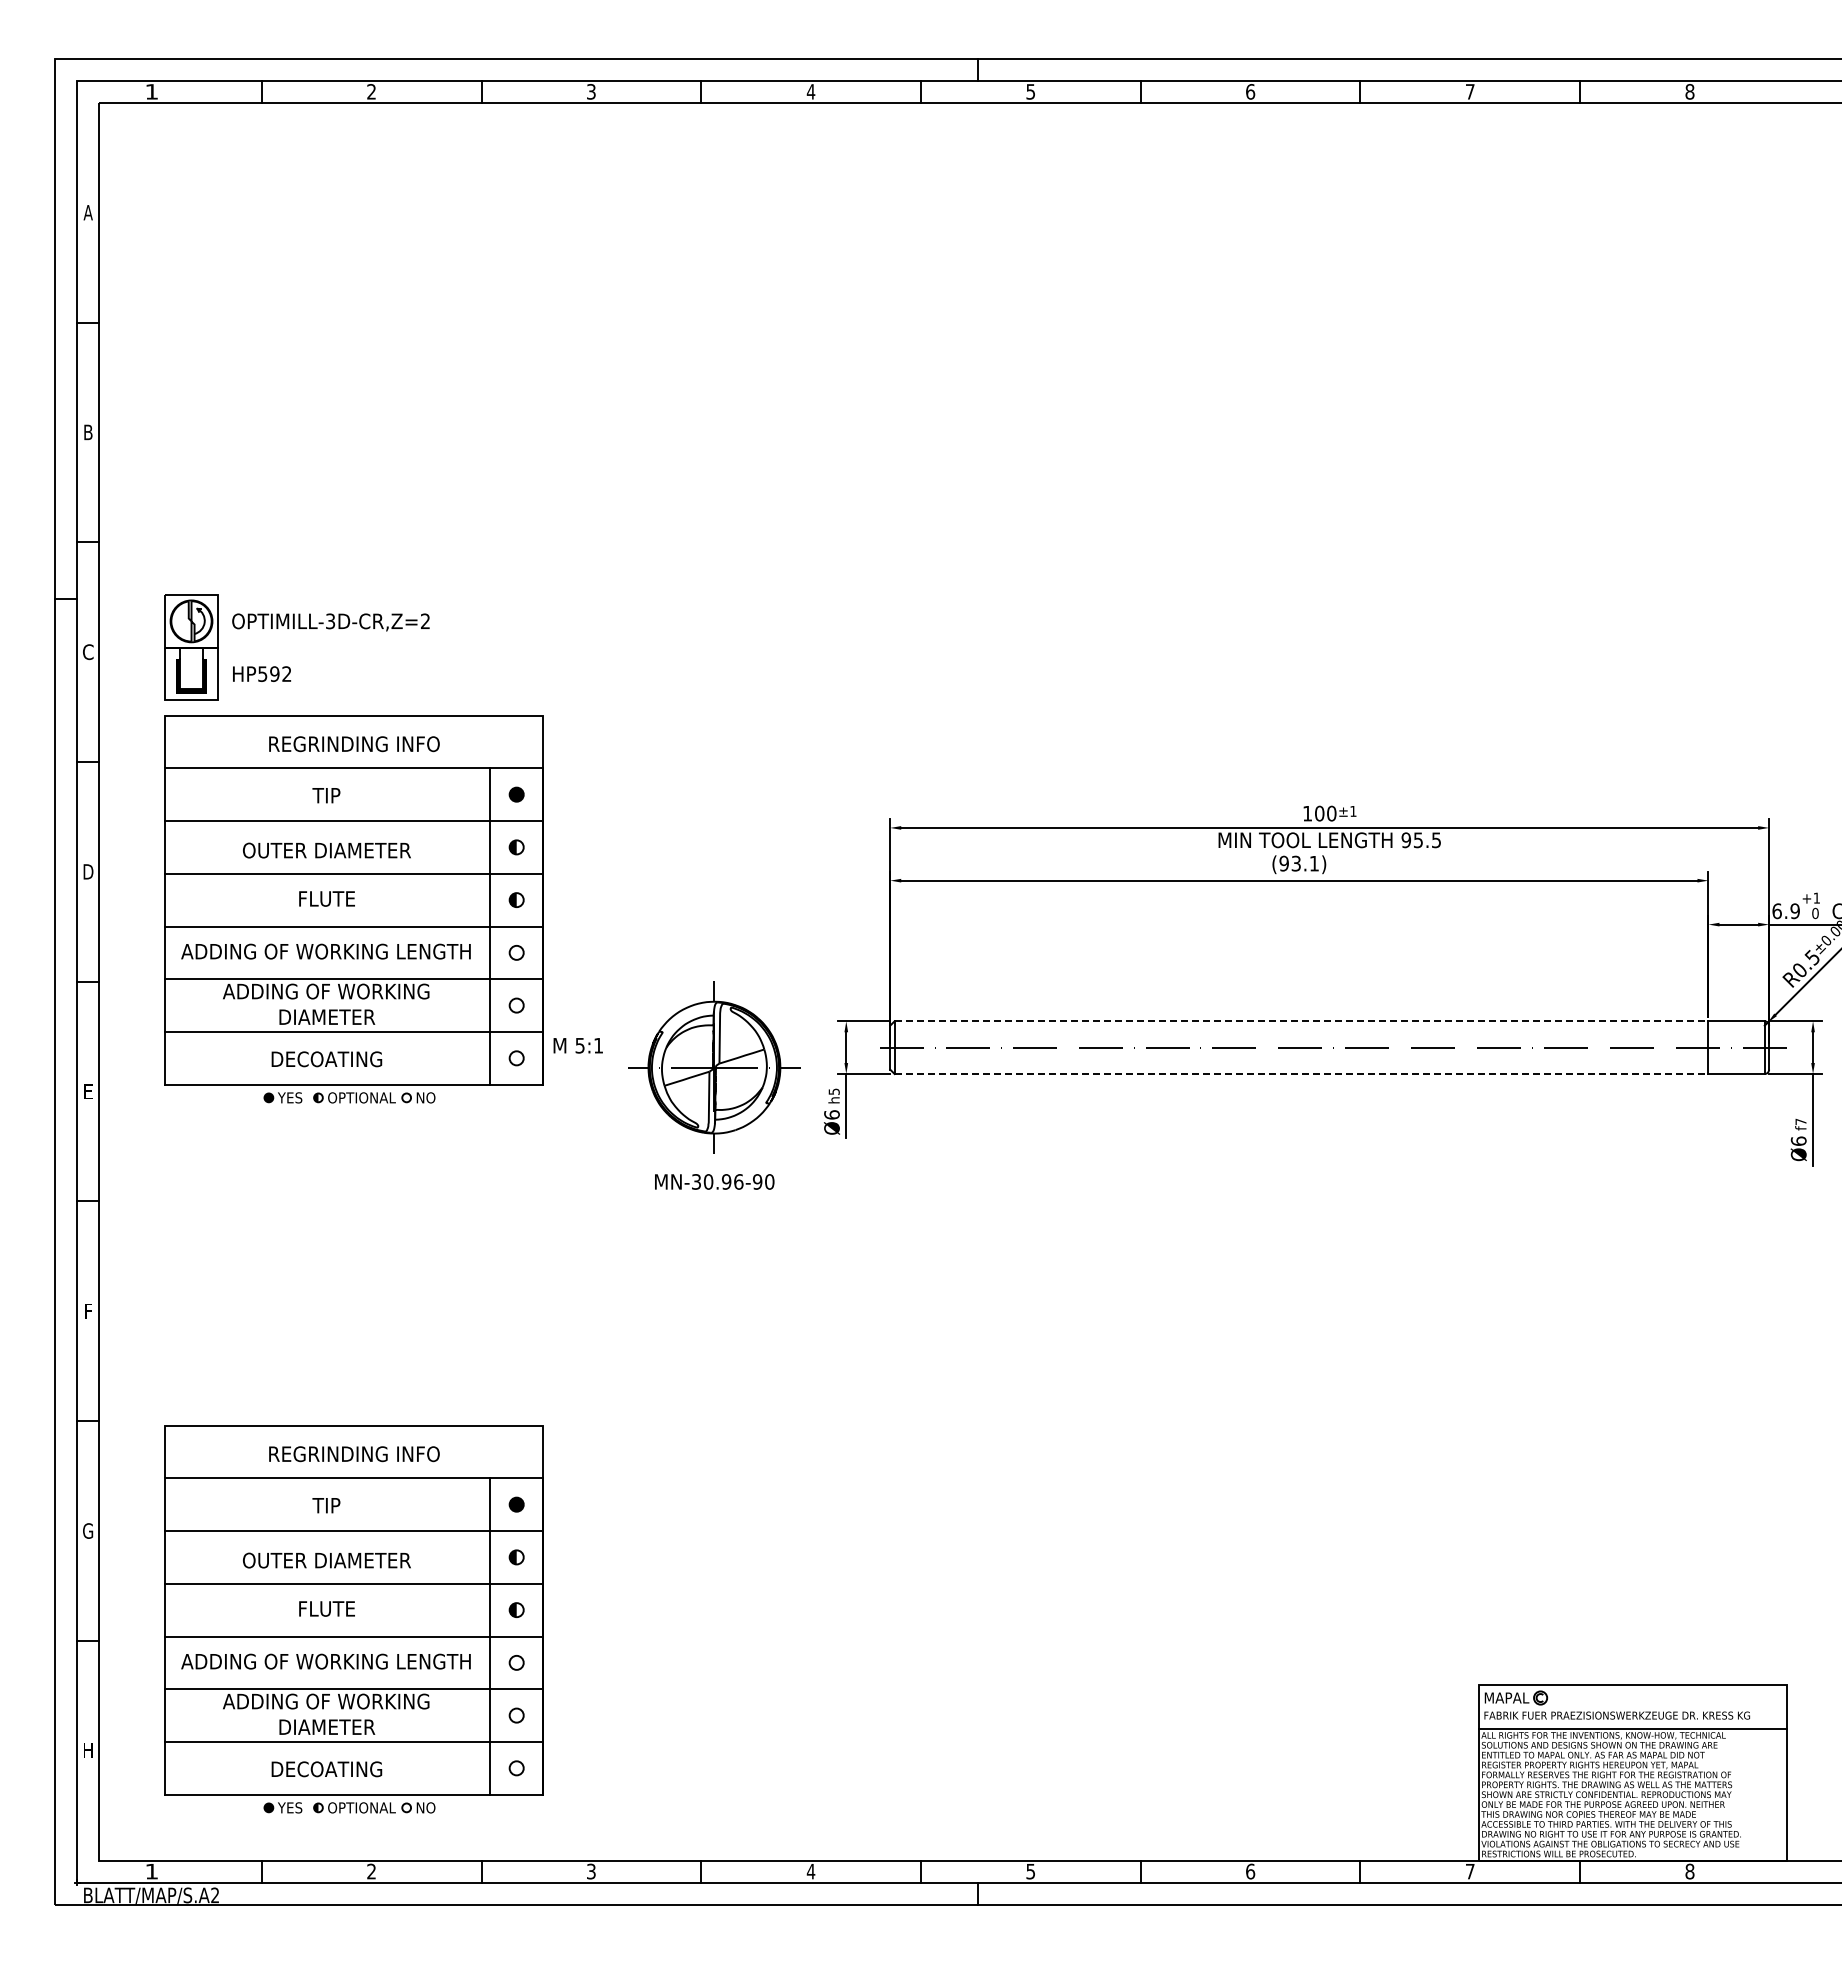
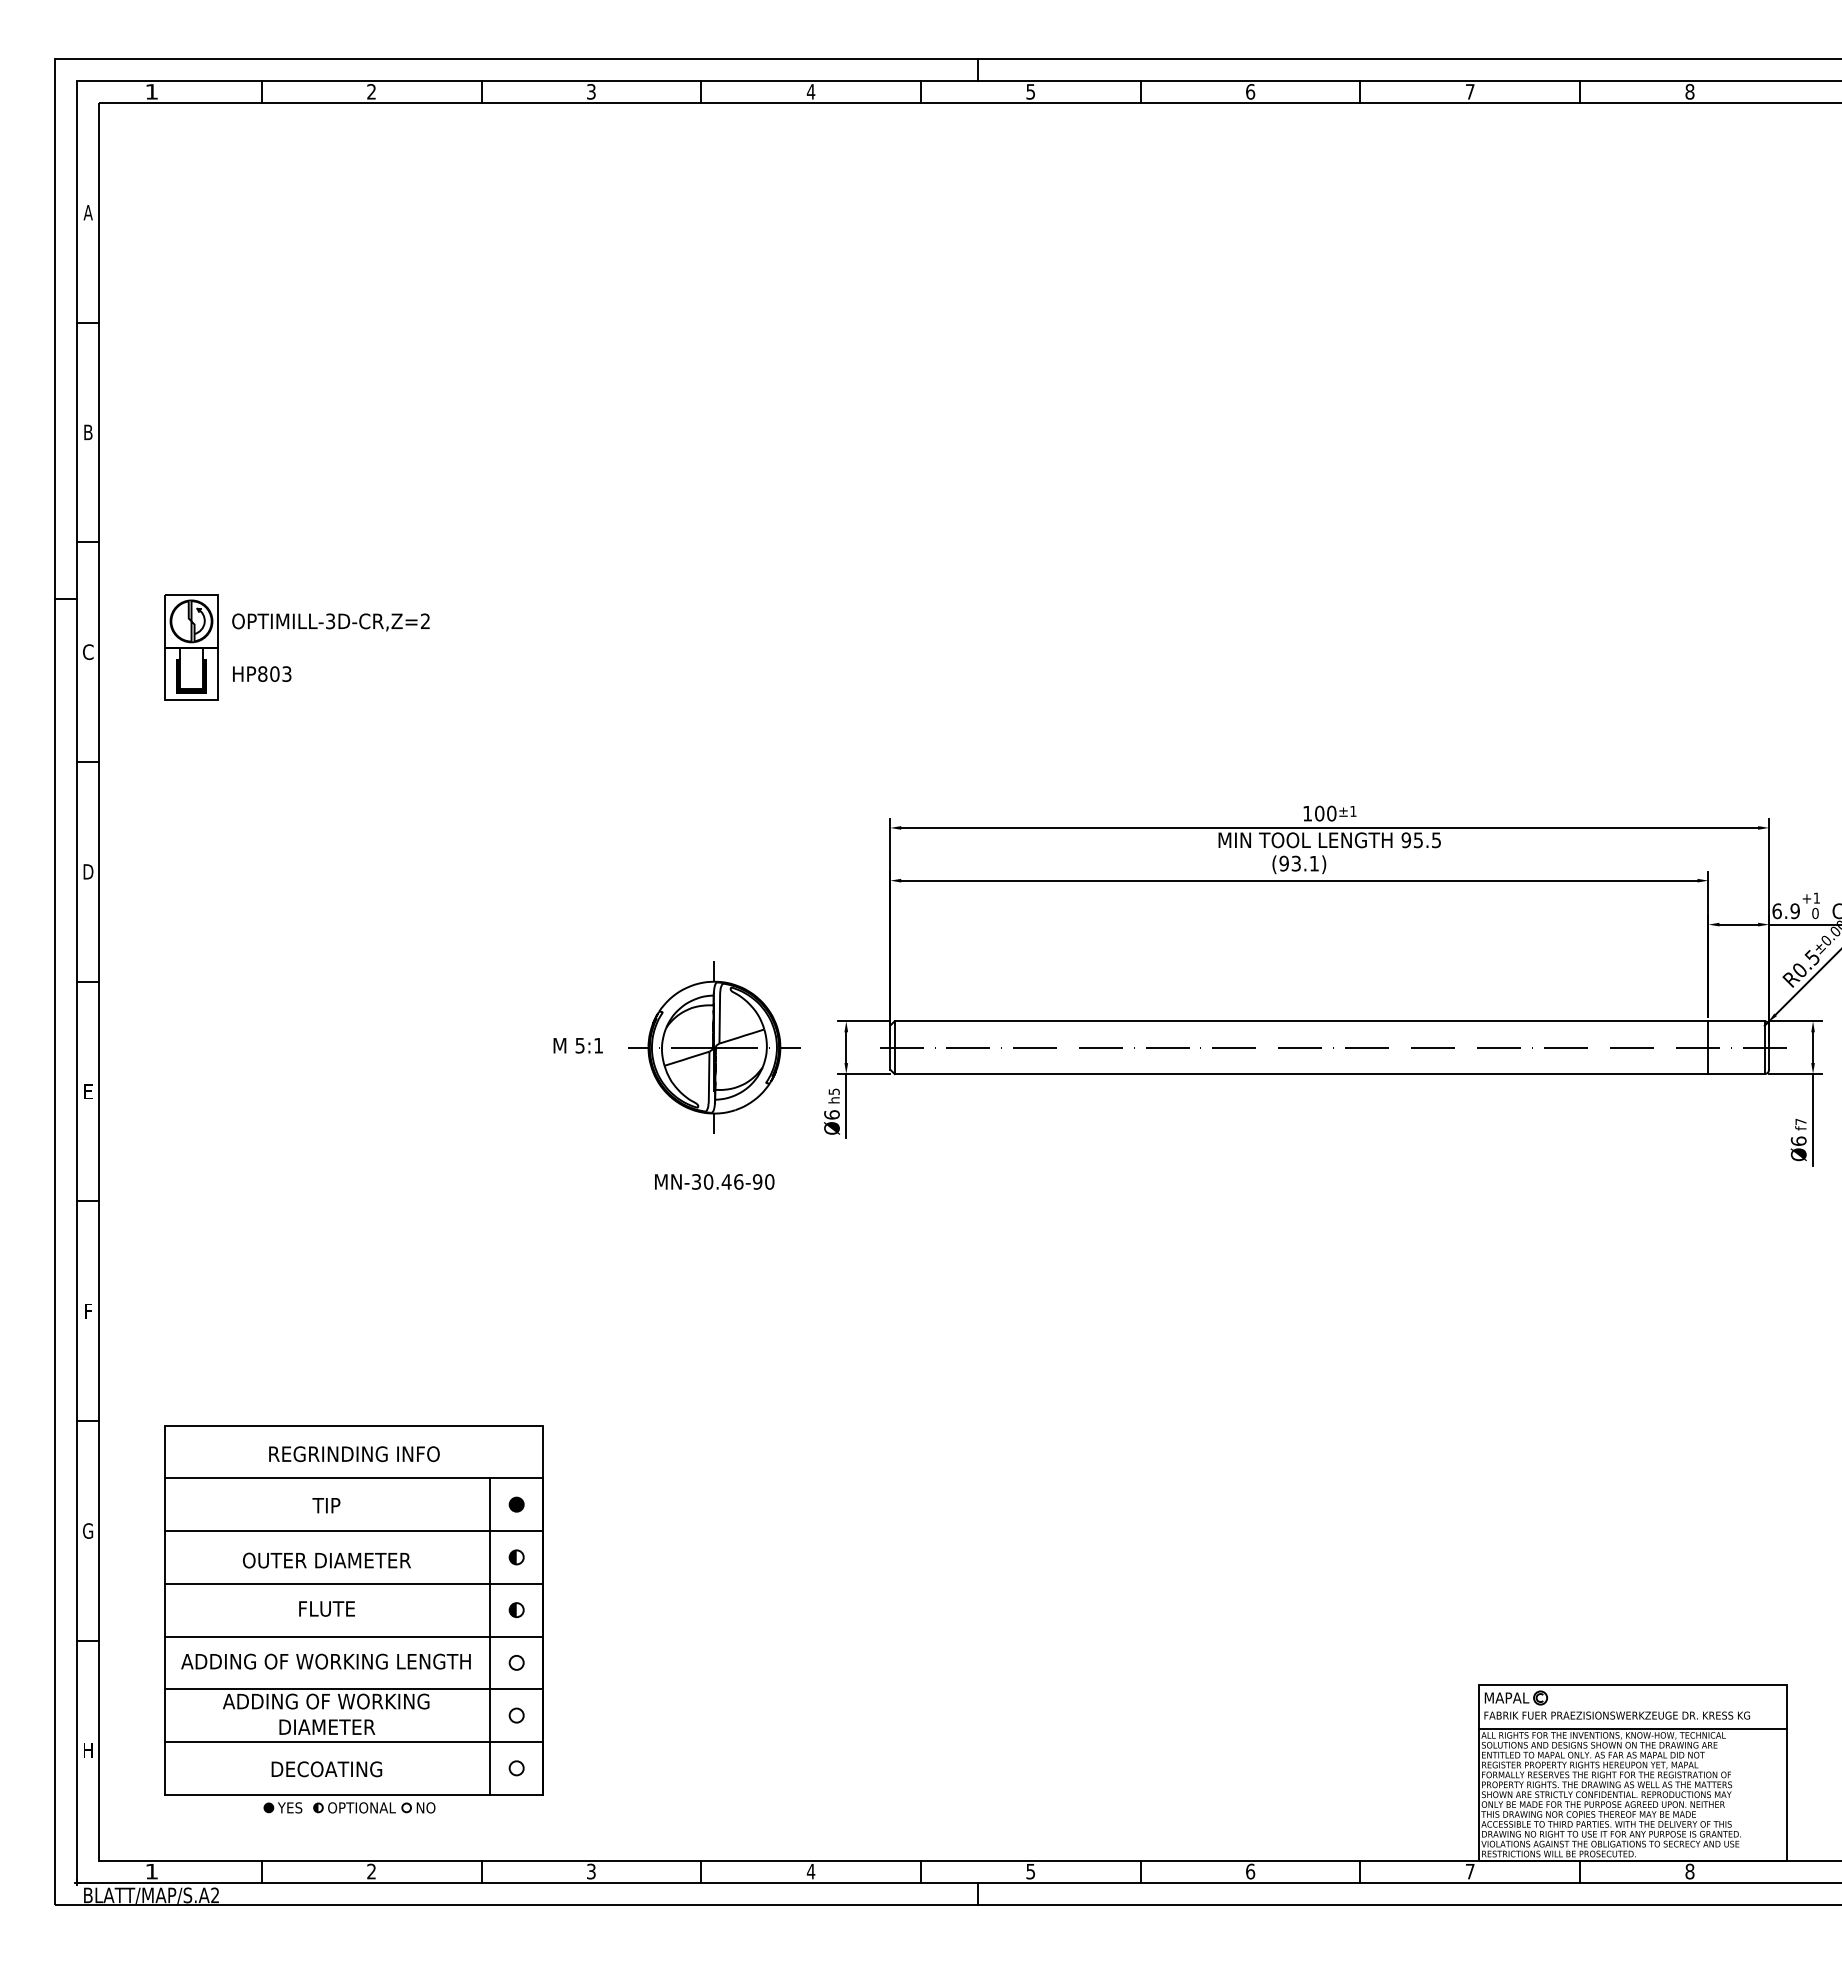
text at (274, 673): HP592 -> HP803
part at (353, 909): present -> none
line at (1301, 1021): dashed -> solid
part at (714, 1067) position: (714, 1067) -> (714, 1047)
line at (1301, 1074): dashed -> solid
text at (726, 1181): MN-30.96-90 -> MN-30.46-90
